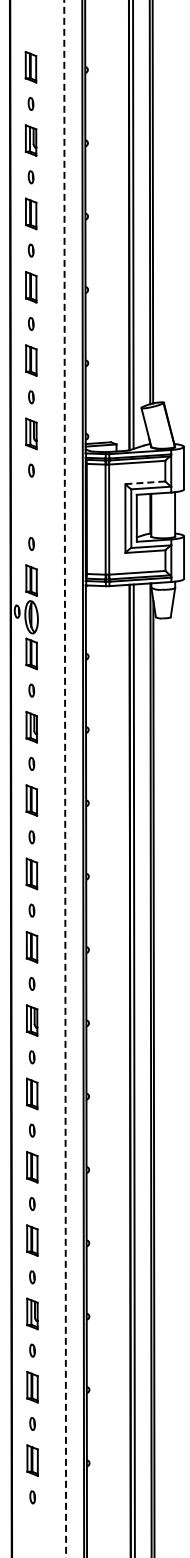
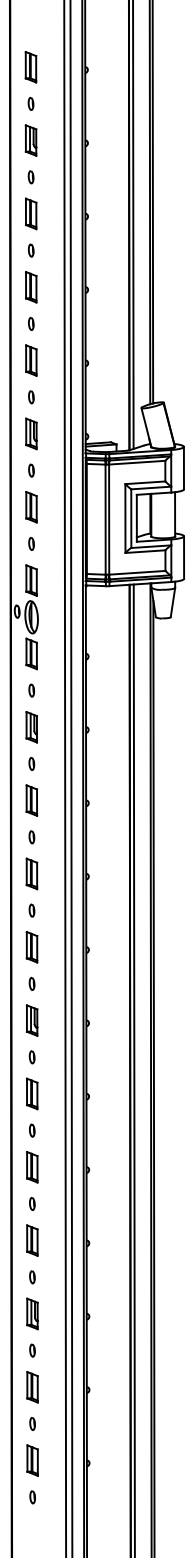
line at (145, 482): dashed -> solid
part at (31, 507): none -> present
line at (71, 778): none -> present
line at (65, 779): dashed -> solid
